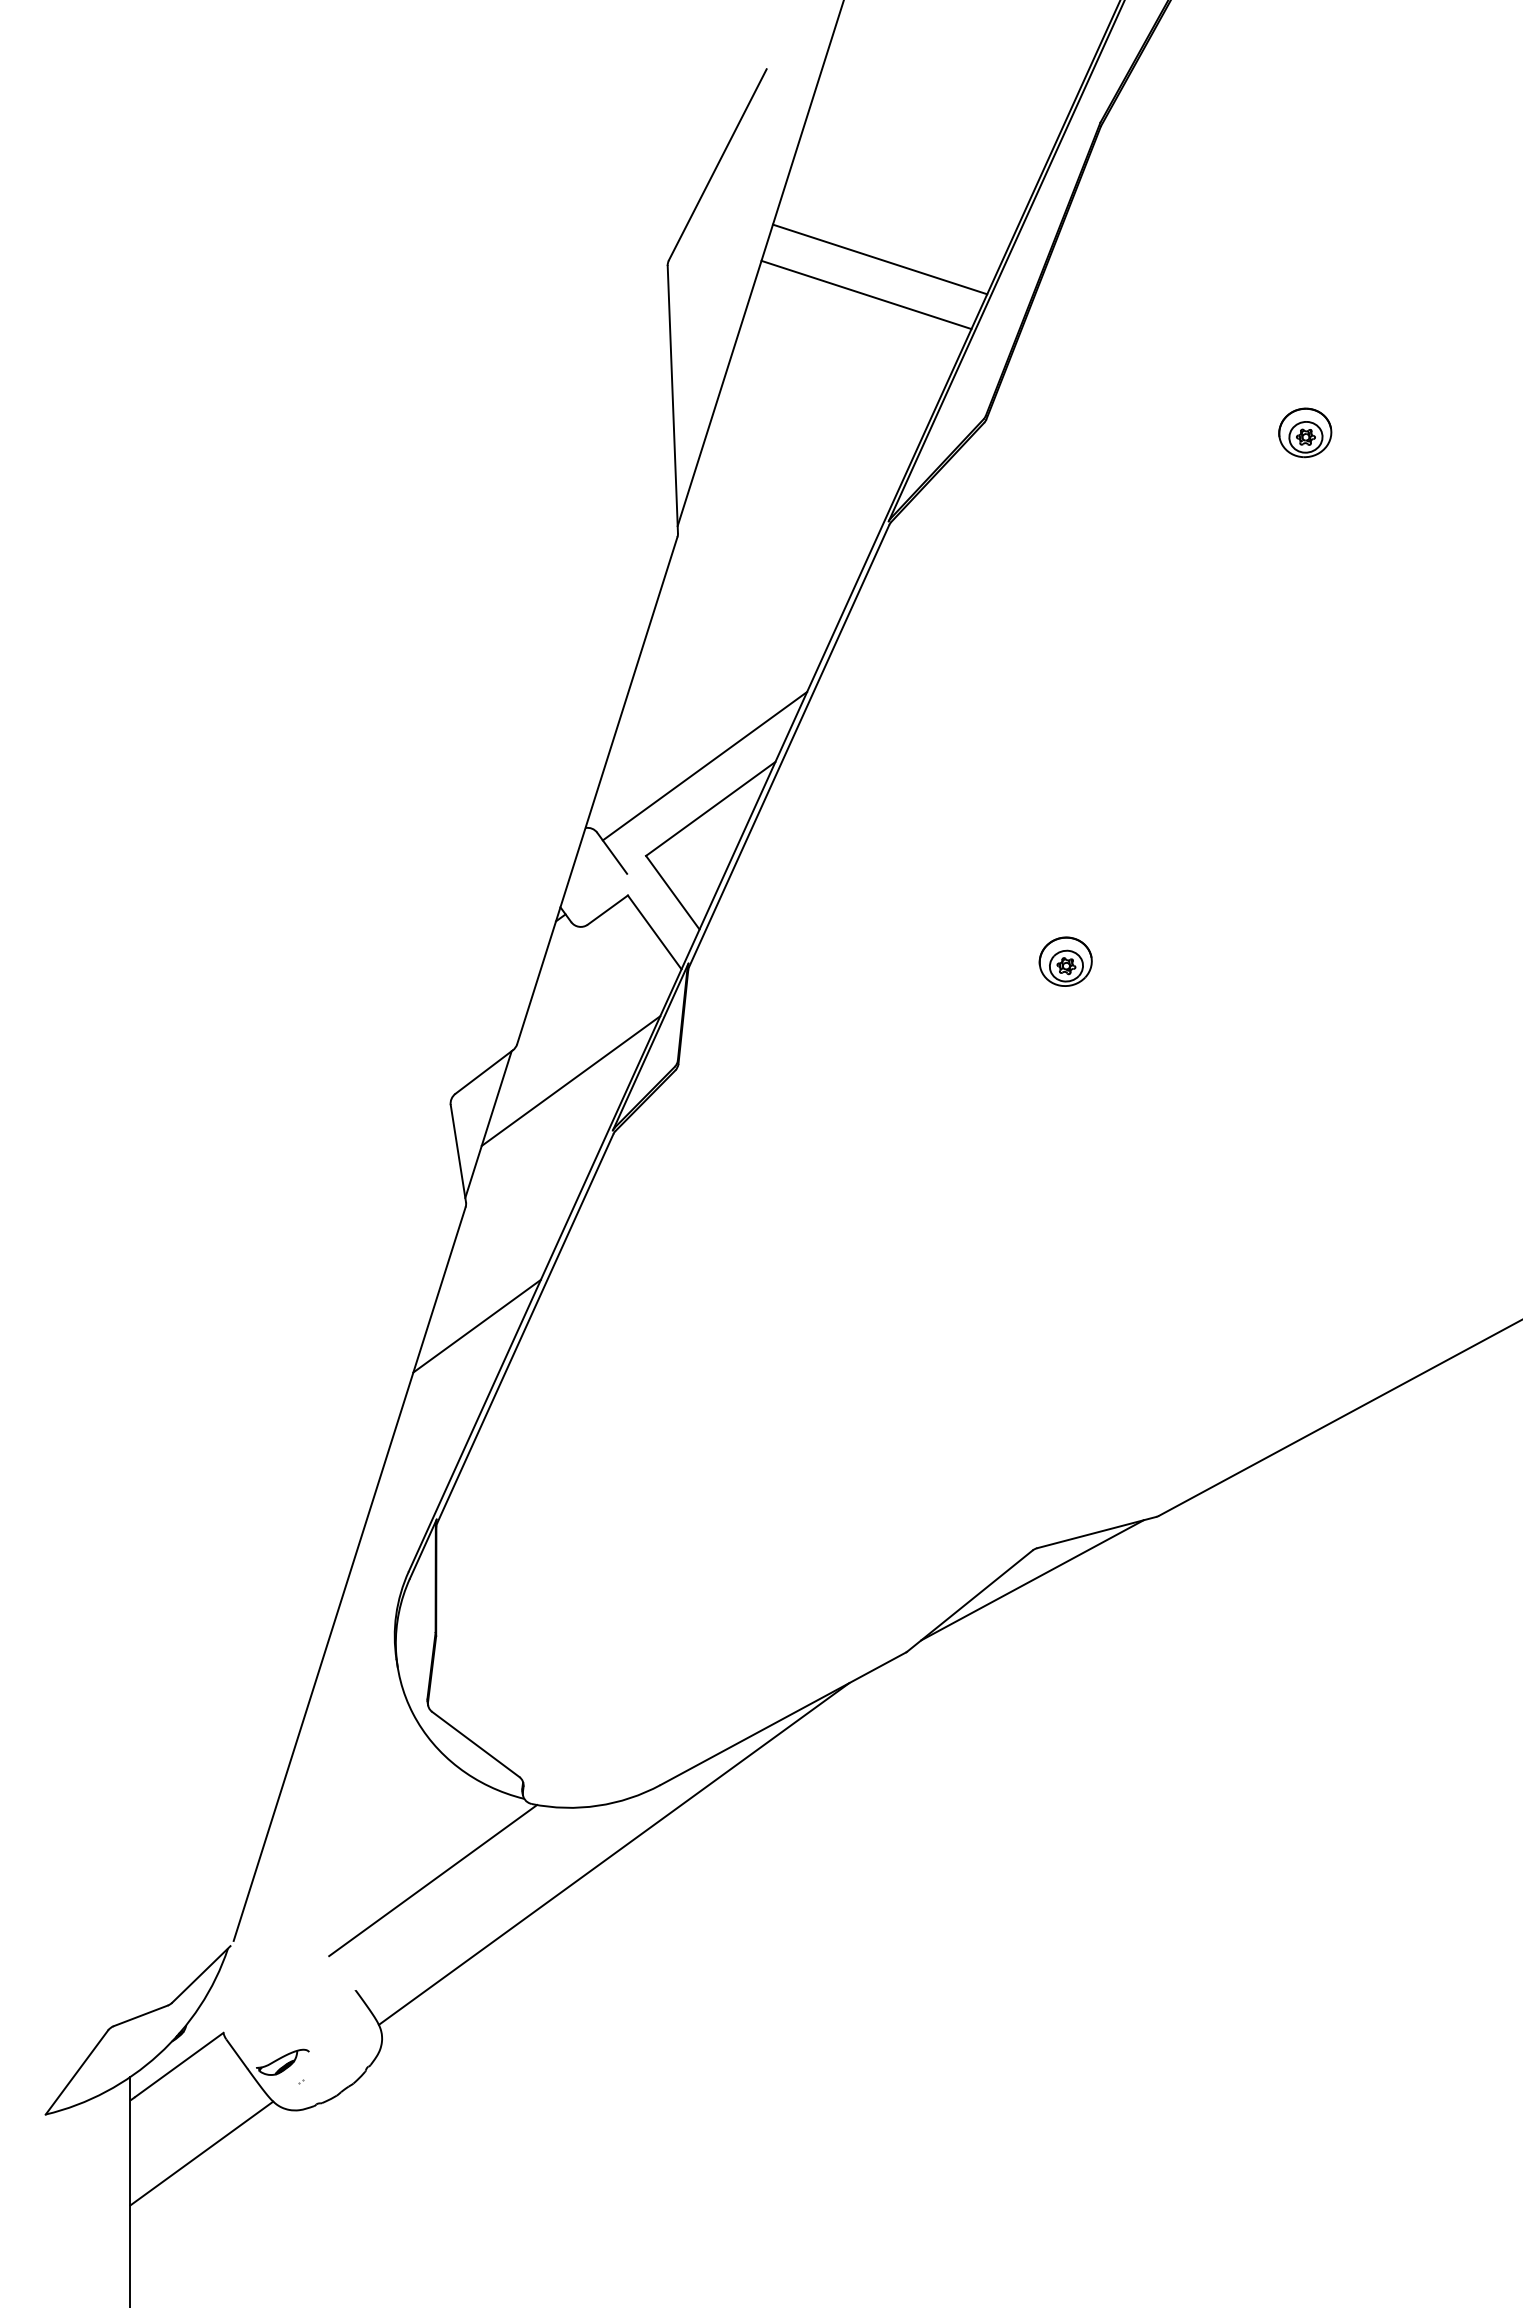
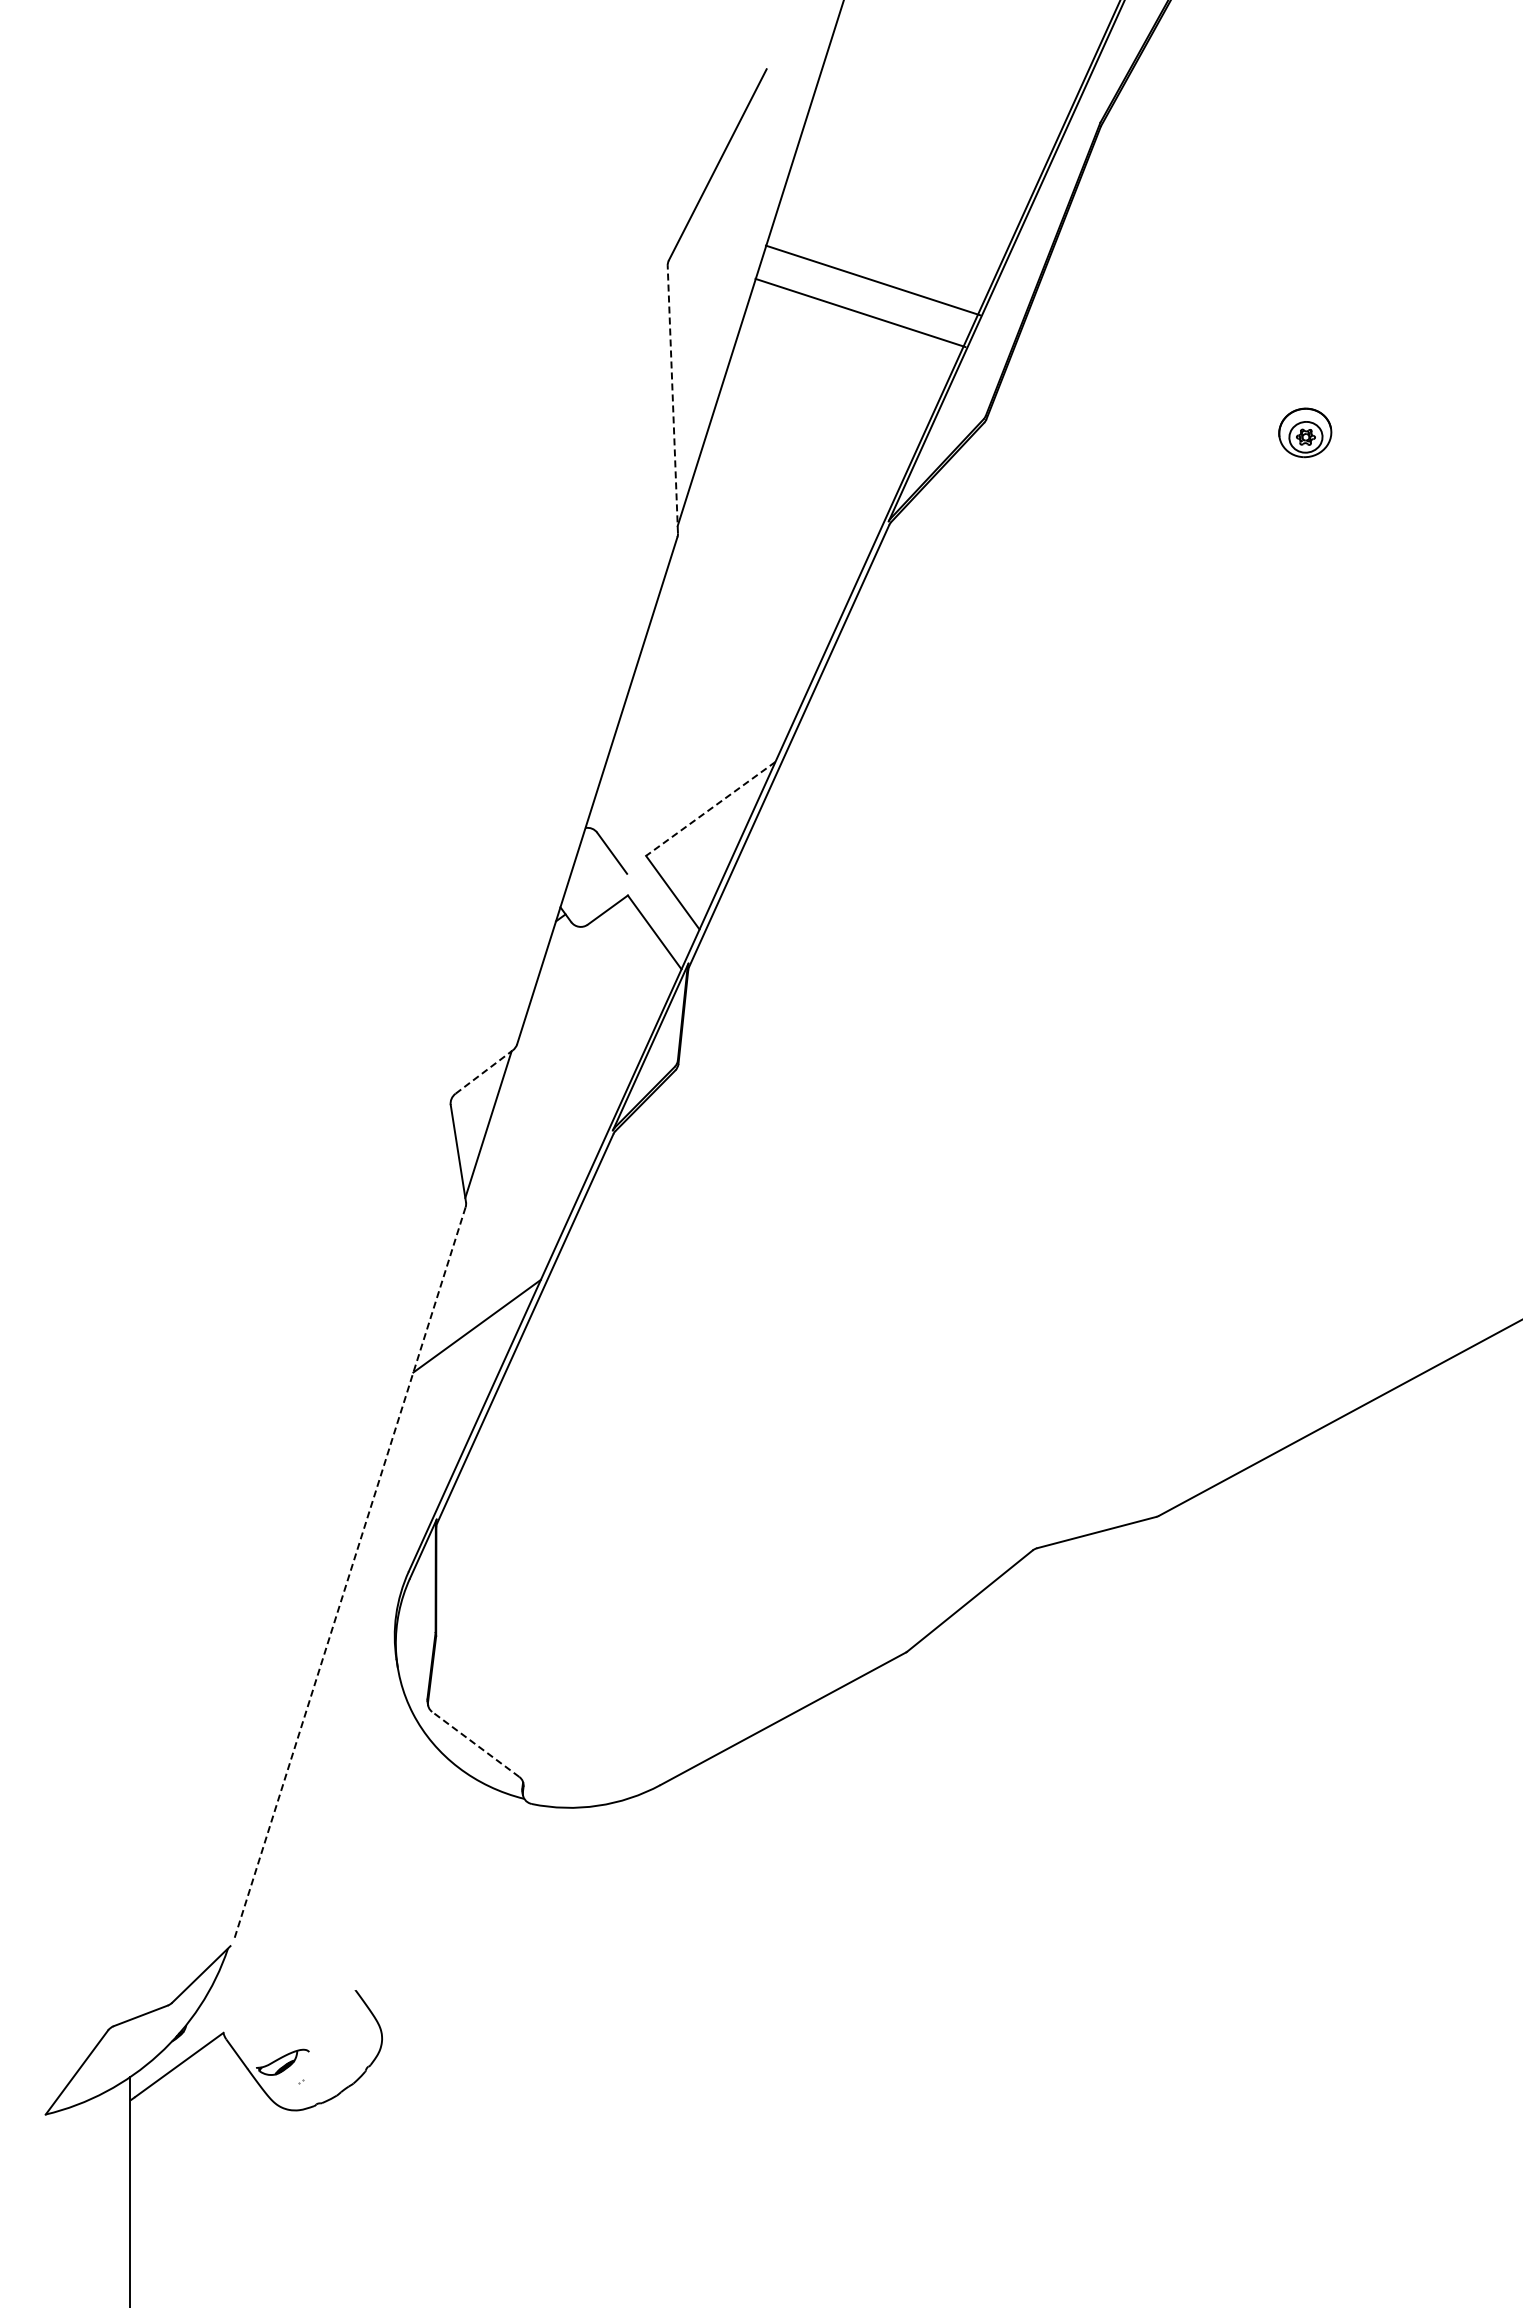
line at (879, 259) position: (879, 259) -> (872, 280)
line at (866, 294) position: (866, 294) -> (860, 312)
line at (672, 399): solid -> dashed
line at (704, 765): present -> none
line at (710, 808): solid -> dashed
part at (1065, 961): present -> none
line at (484, 1072): solid -> dashed
line at (570, 1080): present -> none
line at (349, 1574): solid -> dashed
line at (1032, 1580): present -> none
line at (475, 1744): solid -> dashed
line at (613, 1853): present -> none
line at (433, 1880): present -> none
line at (201, 2153): present -> none
